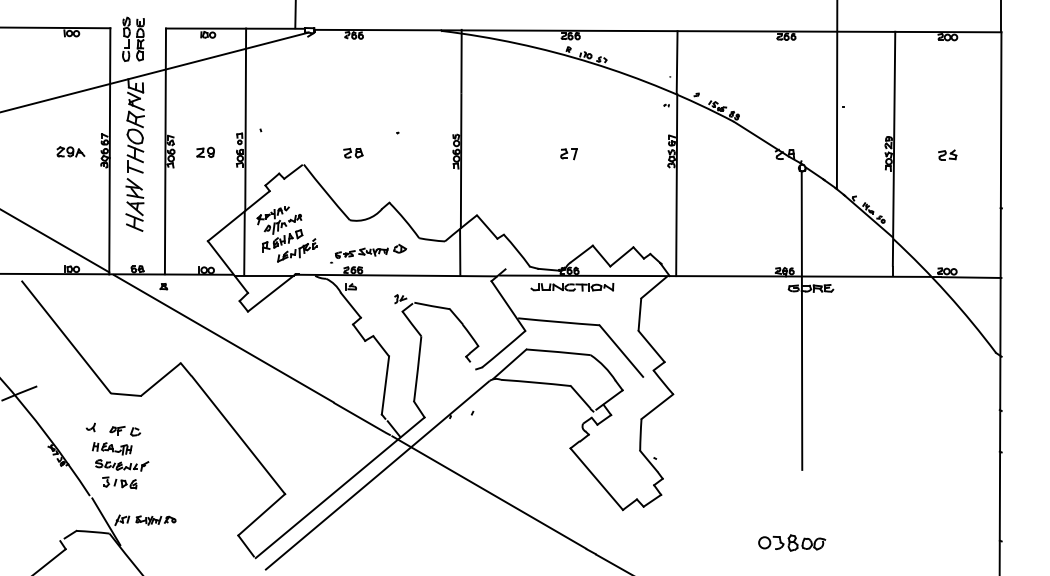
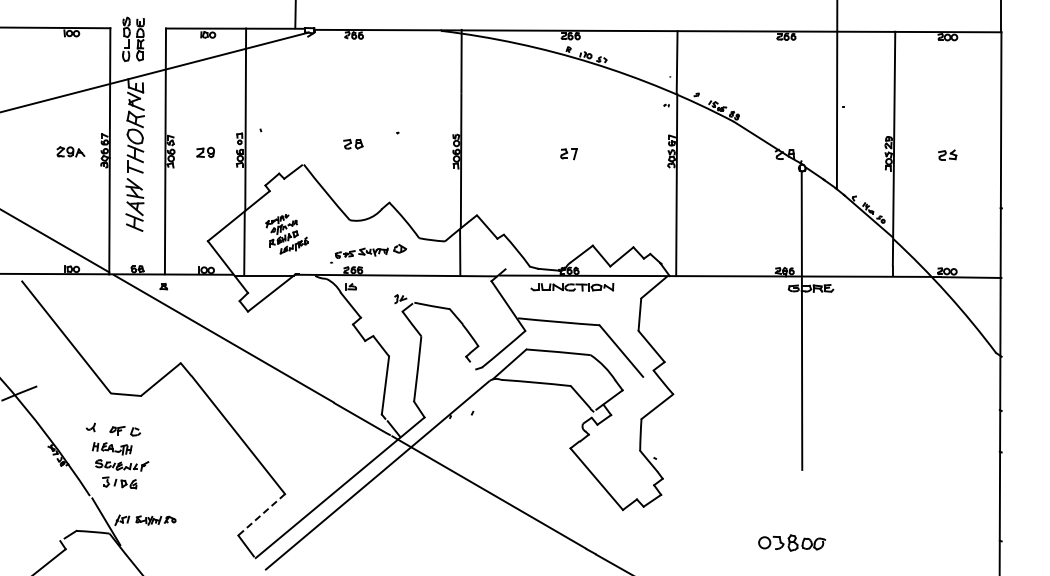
part at (353, 152) position: (353, 152) -> (353, 143)
part at (286, 234) size: 62x57 px -> 44x41 px
line at (261, 515): solid -> dashed
